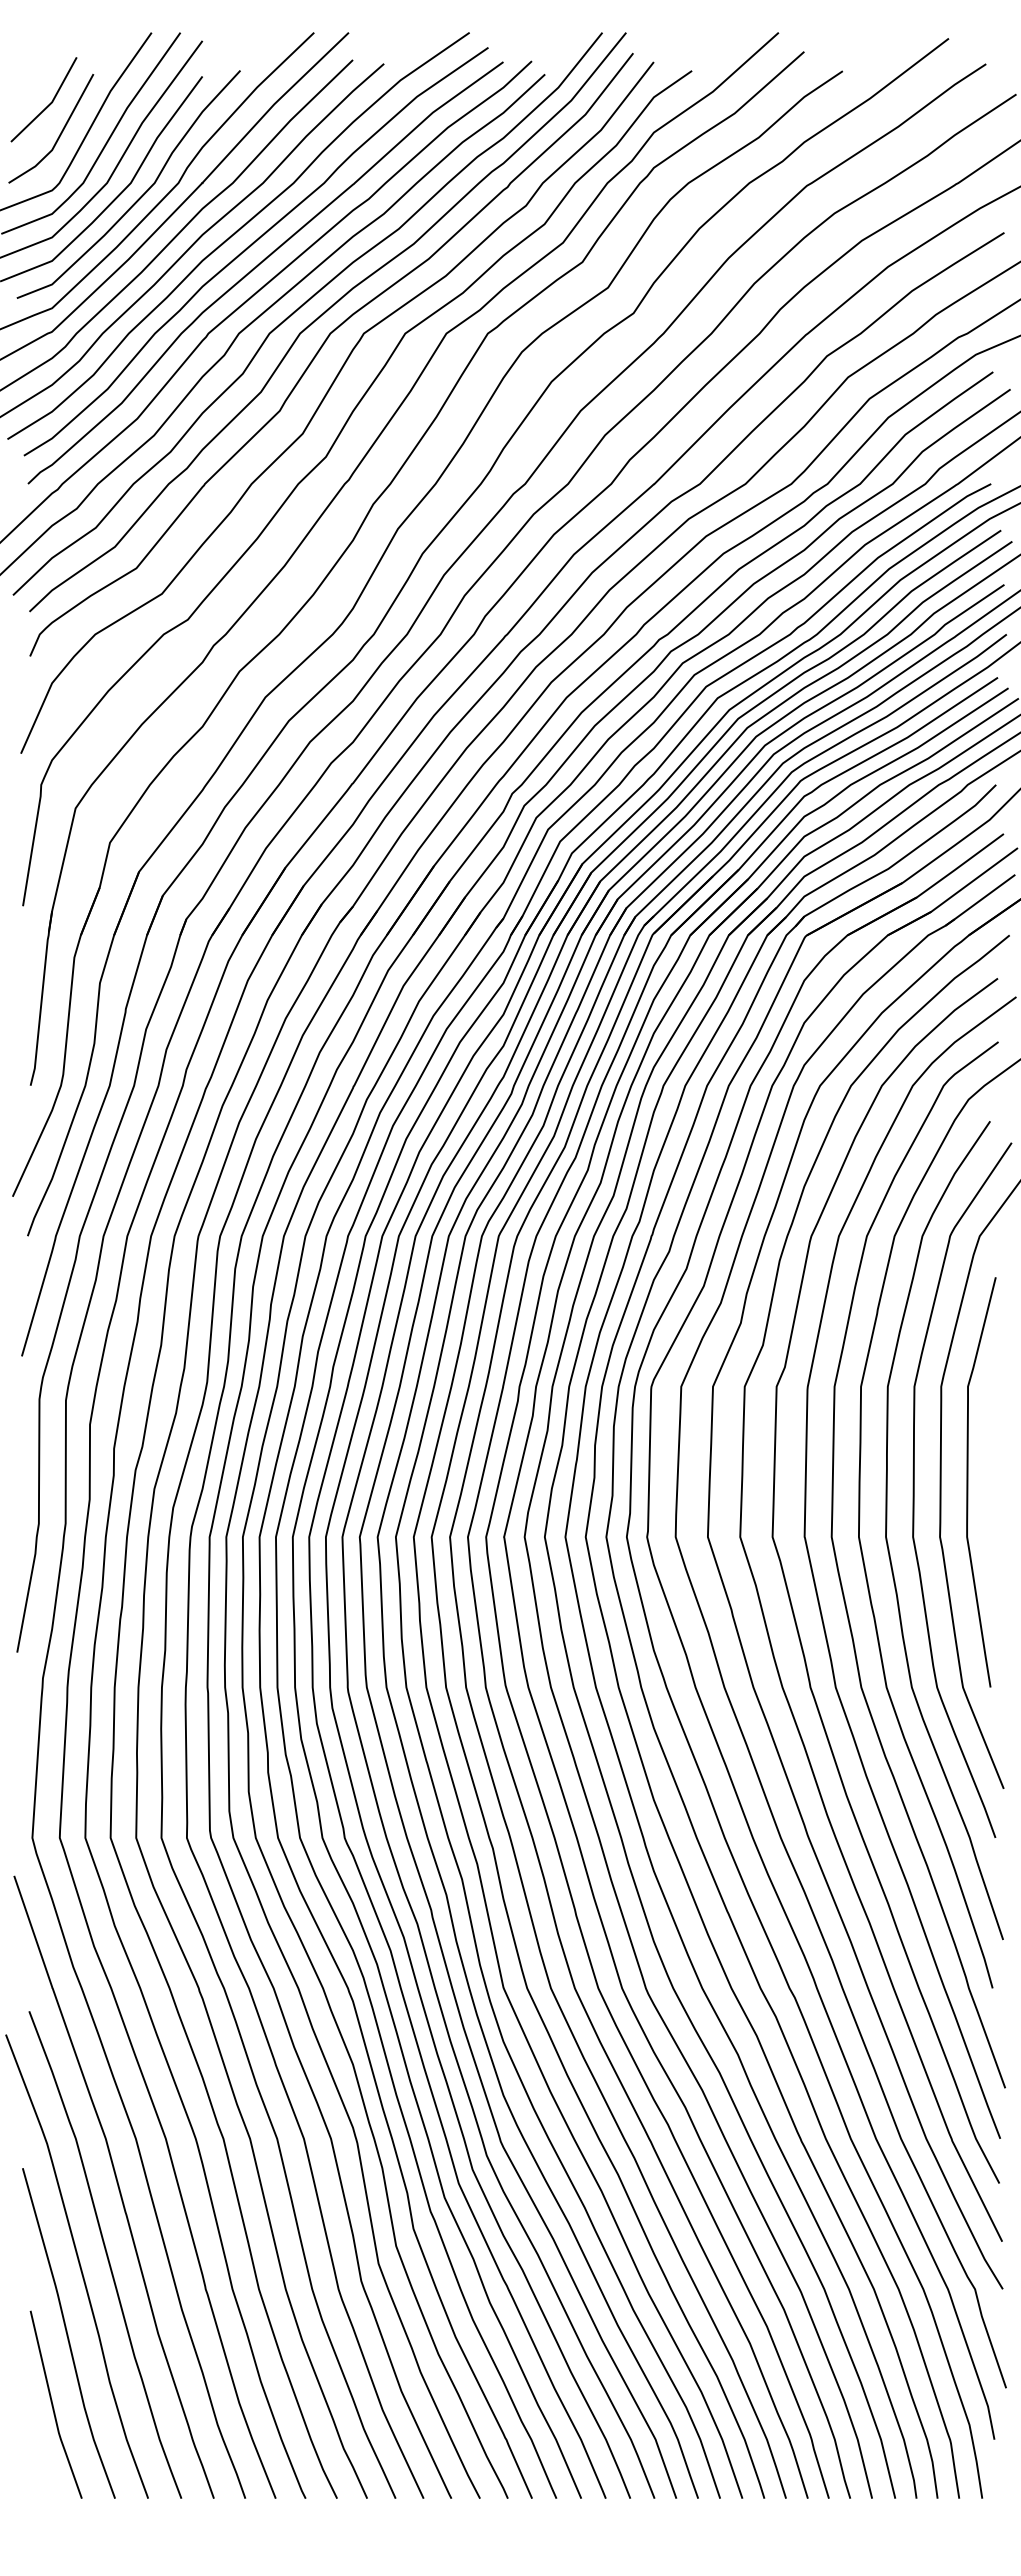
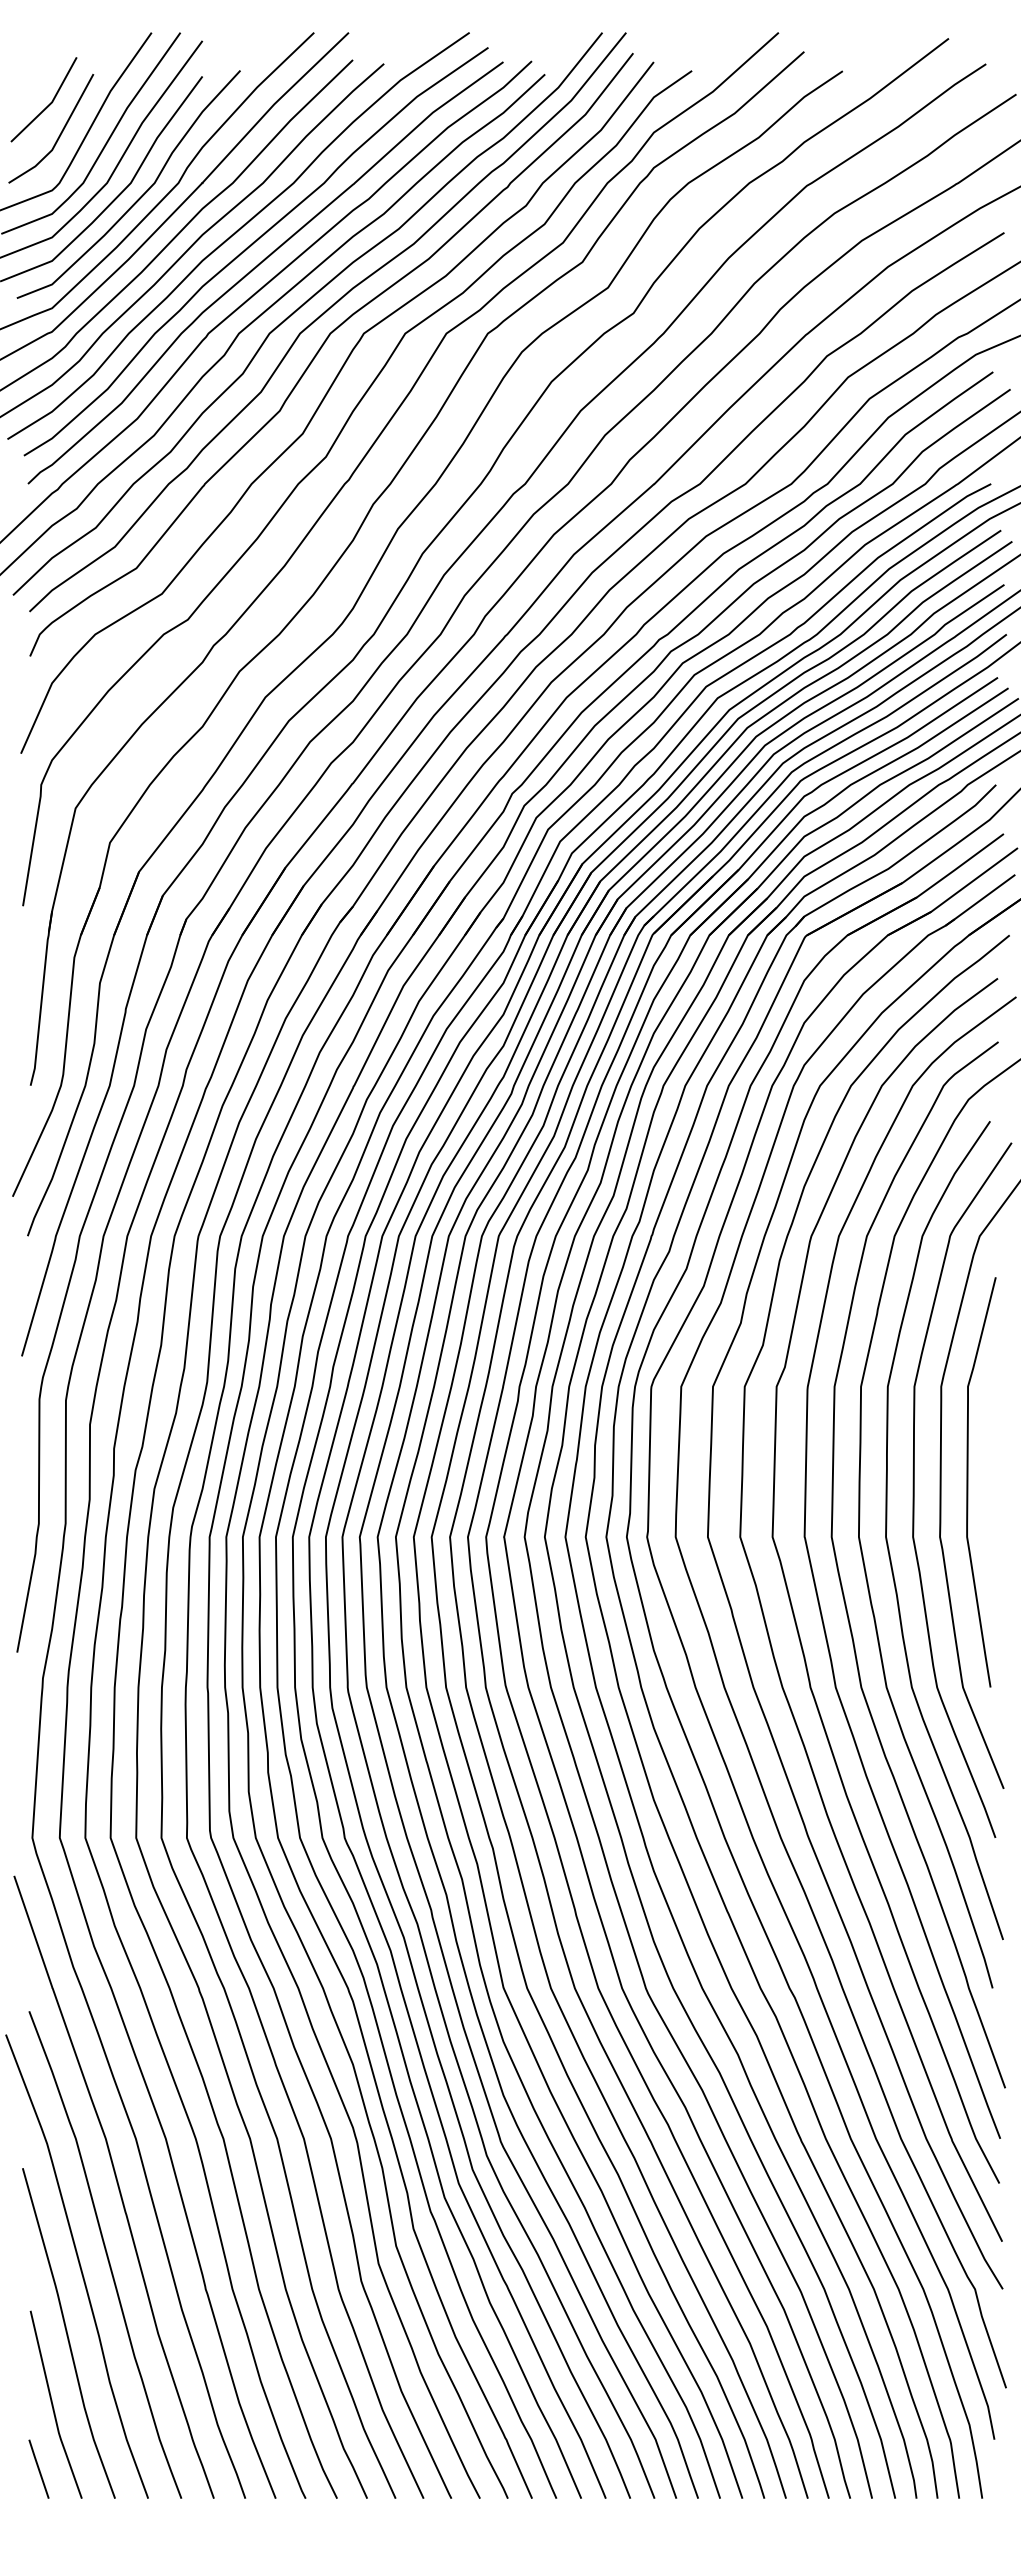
line at (38, 2468): none -> present
